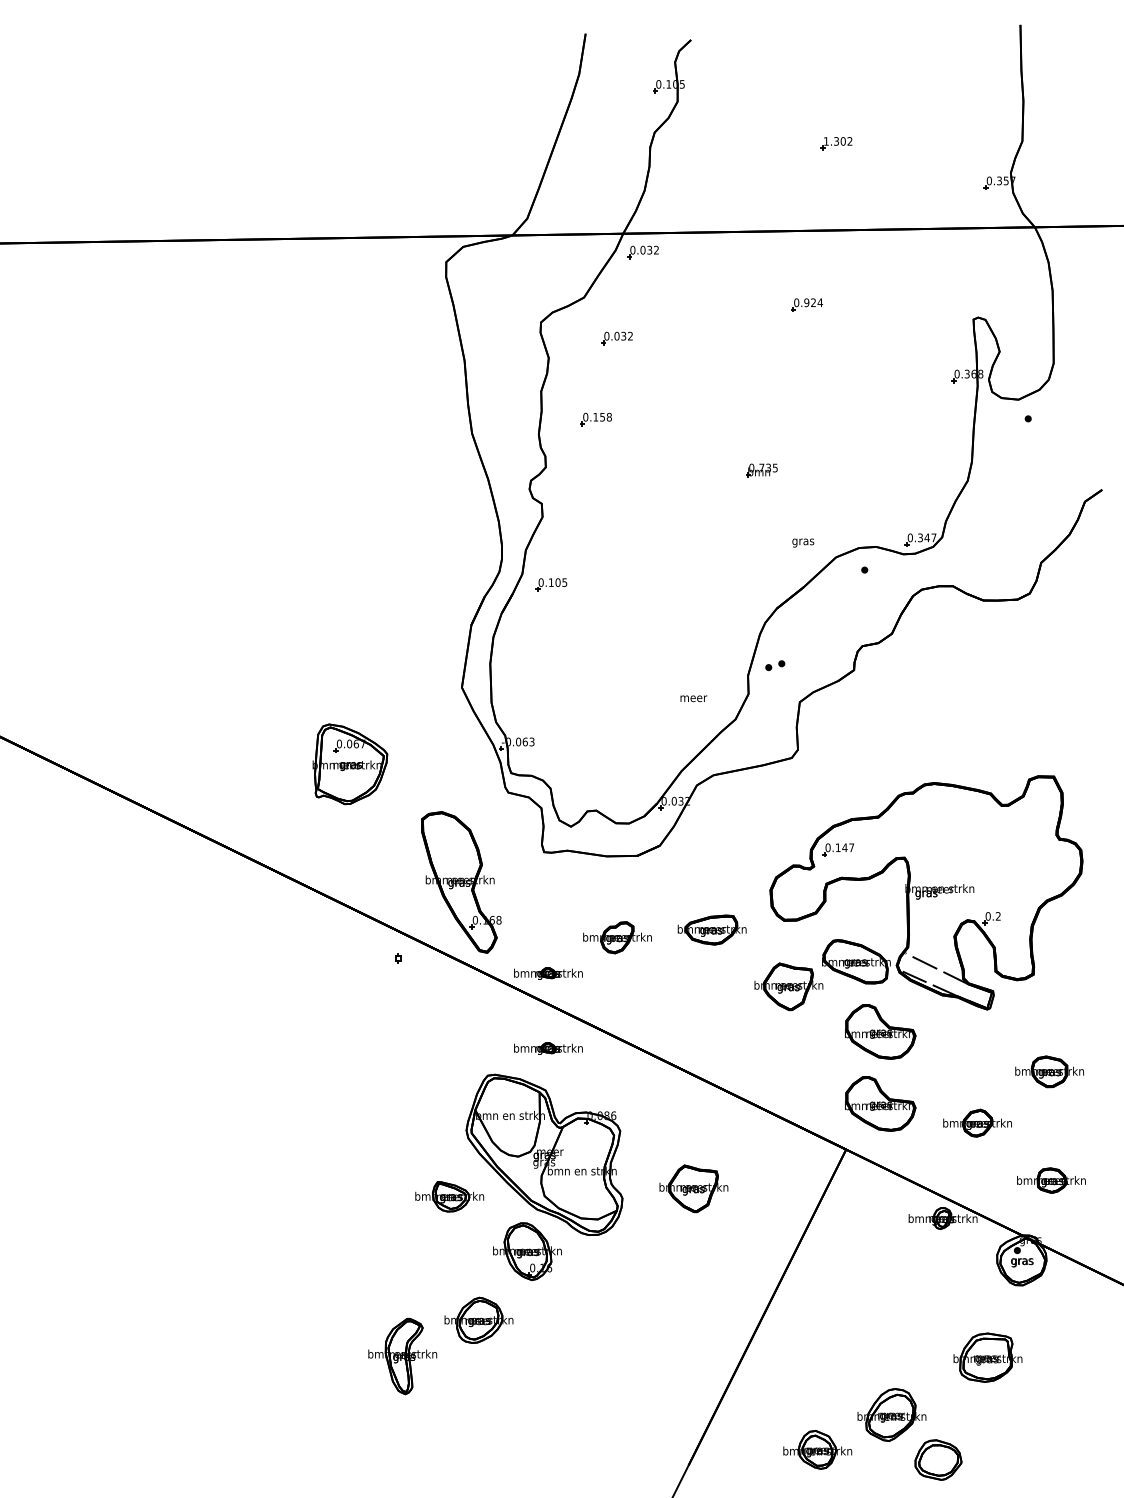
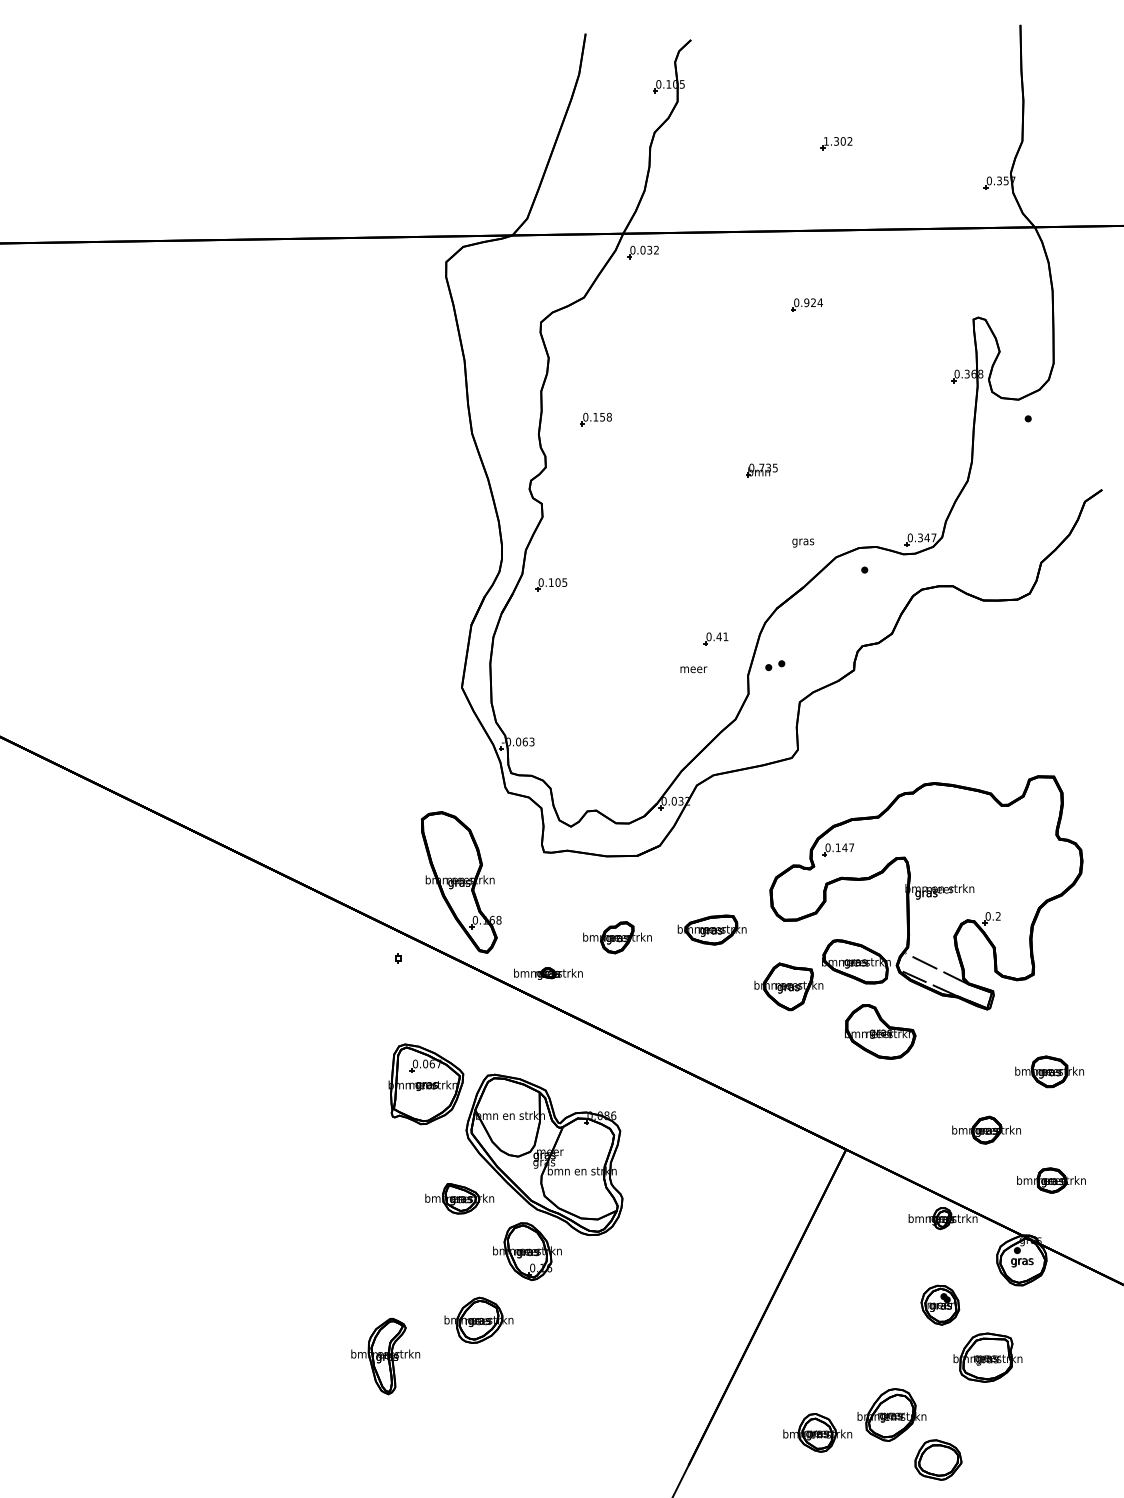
part at (616, 338): present -> none
part at (715, 638): none -> present
text at (693, 698) position: (693, 698) -> (693, 669)
part at (350, 764) position: (350, 764) -> (426, 1084)
part at (548, 1048): present -> none
part at (880, 1103): present -> none
part at (977, 1122) position: (977, 1122) -> (986, 1129)
part at (693, 1188): present -> none
part at (449, 1196) position: (449, 1196) -> (459, 1198)
part at (940, 1304): none -> present
part at (402, 1356) position: (402, 1356) -> (385, 1356)
part at (817, 1449) position: (817, 1449) -> (817, 1432)
